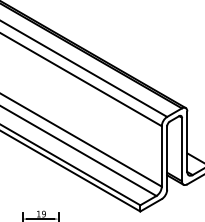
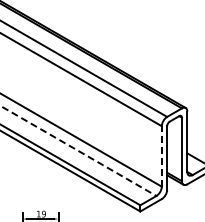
line at (78, 151): solid -> dashed
line at (161, 155): solid -> dashed
